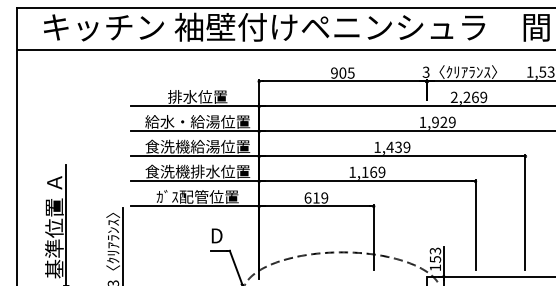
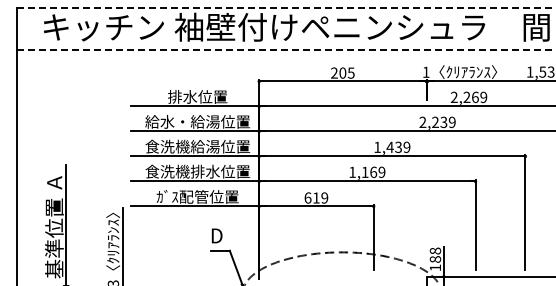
line at (286, 8): solid -> dashed
line at (286, 50): solid -> dashed
text at (425, 71): 3 -> 1
text at (334, 73): 905 -> 205
text at (433, 122): 1,929 -> 2,239
text at (434, 254): 153 -> 188
